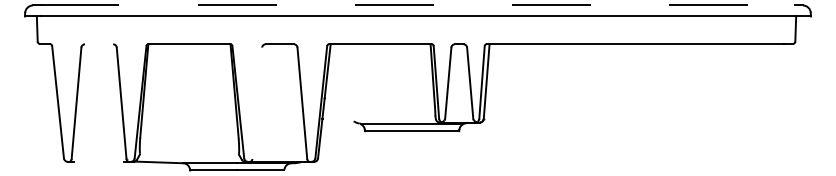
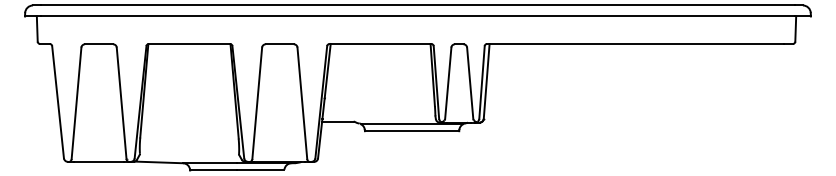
line at (418, 5): dashed -> solid
line at (99, 44): none -> present
line at (257, 102): none -> present
line at (337, 121): none -> present
line at (98, 161): none -> present
